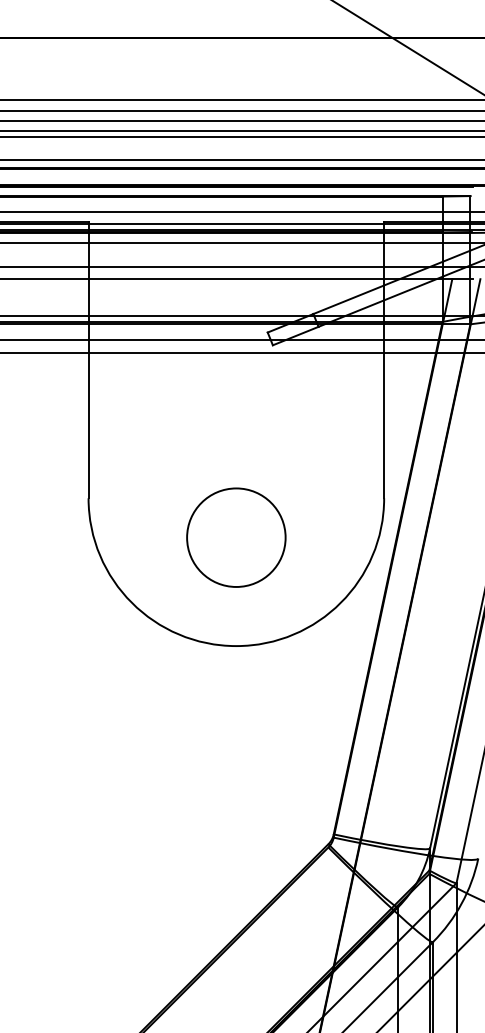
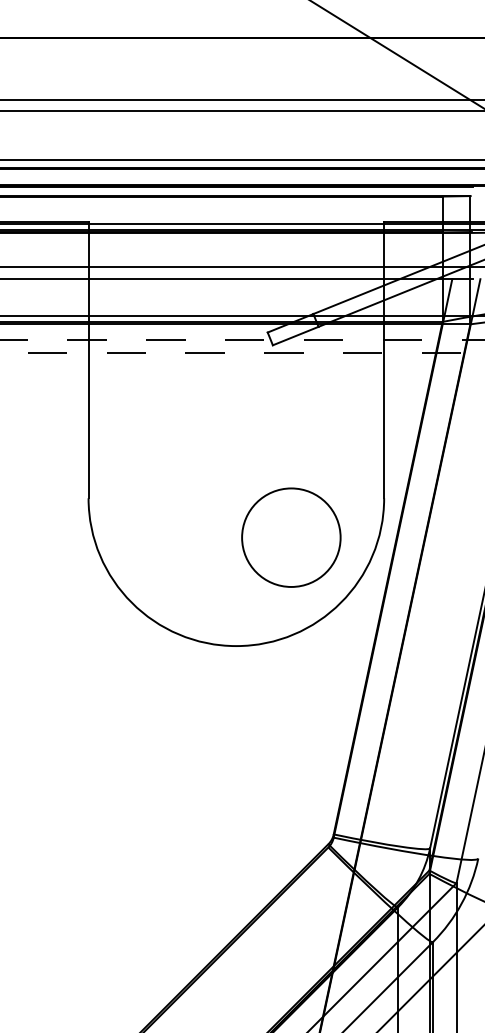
line at (407, 47) position: (407, 47) -> (396, 54)
line at (241, 121): present -> none
line at (241, 131): present -> none
line at (241, 137): present -> none
line at (241, 212): present -> none
line at (241, 242): present -> none
line at (242, 339): solid -> dashed
line at (242, 352): solid -> dashed
circle at (236, 537) position: (236, 537) -> (291, 537)
